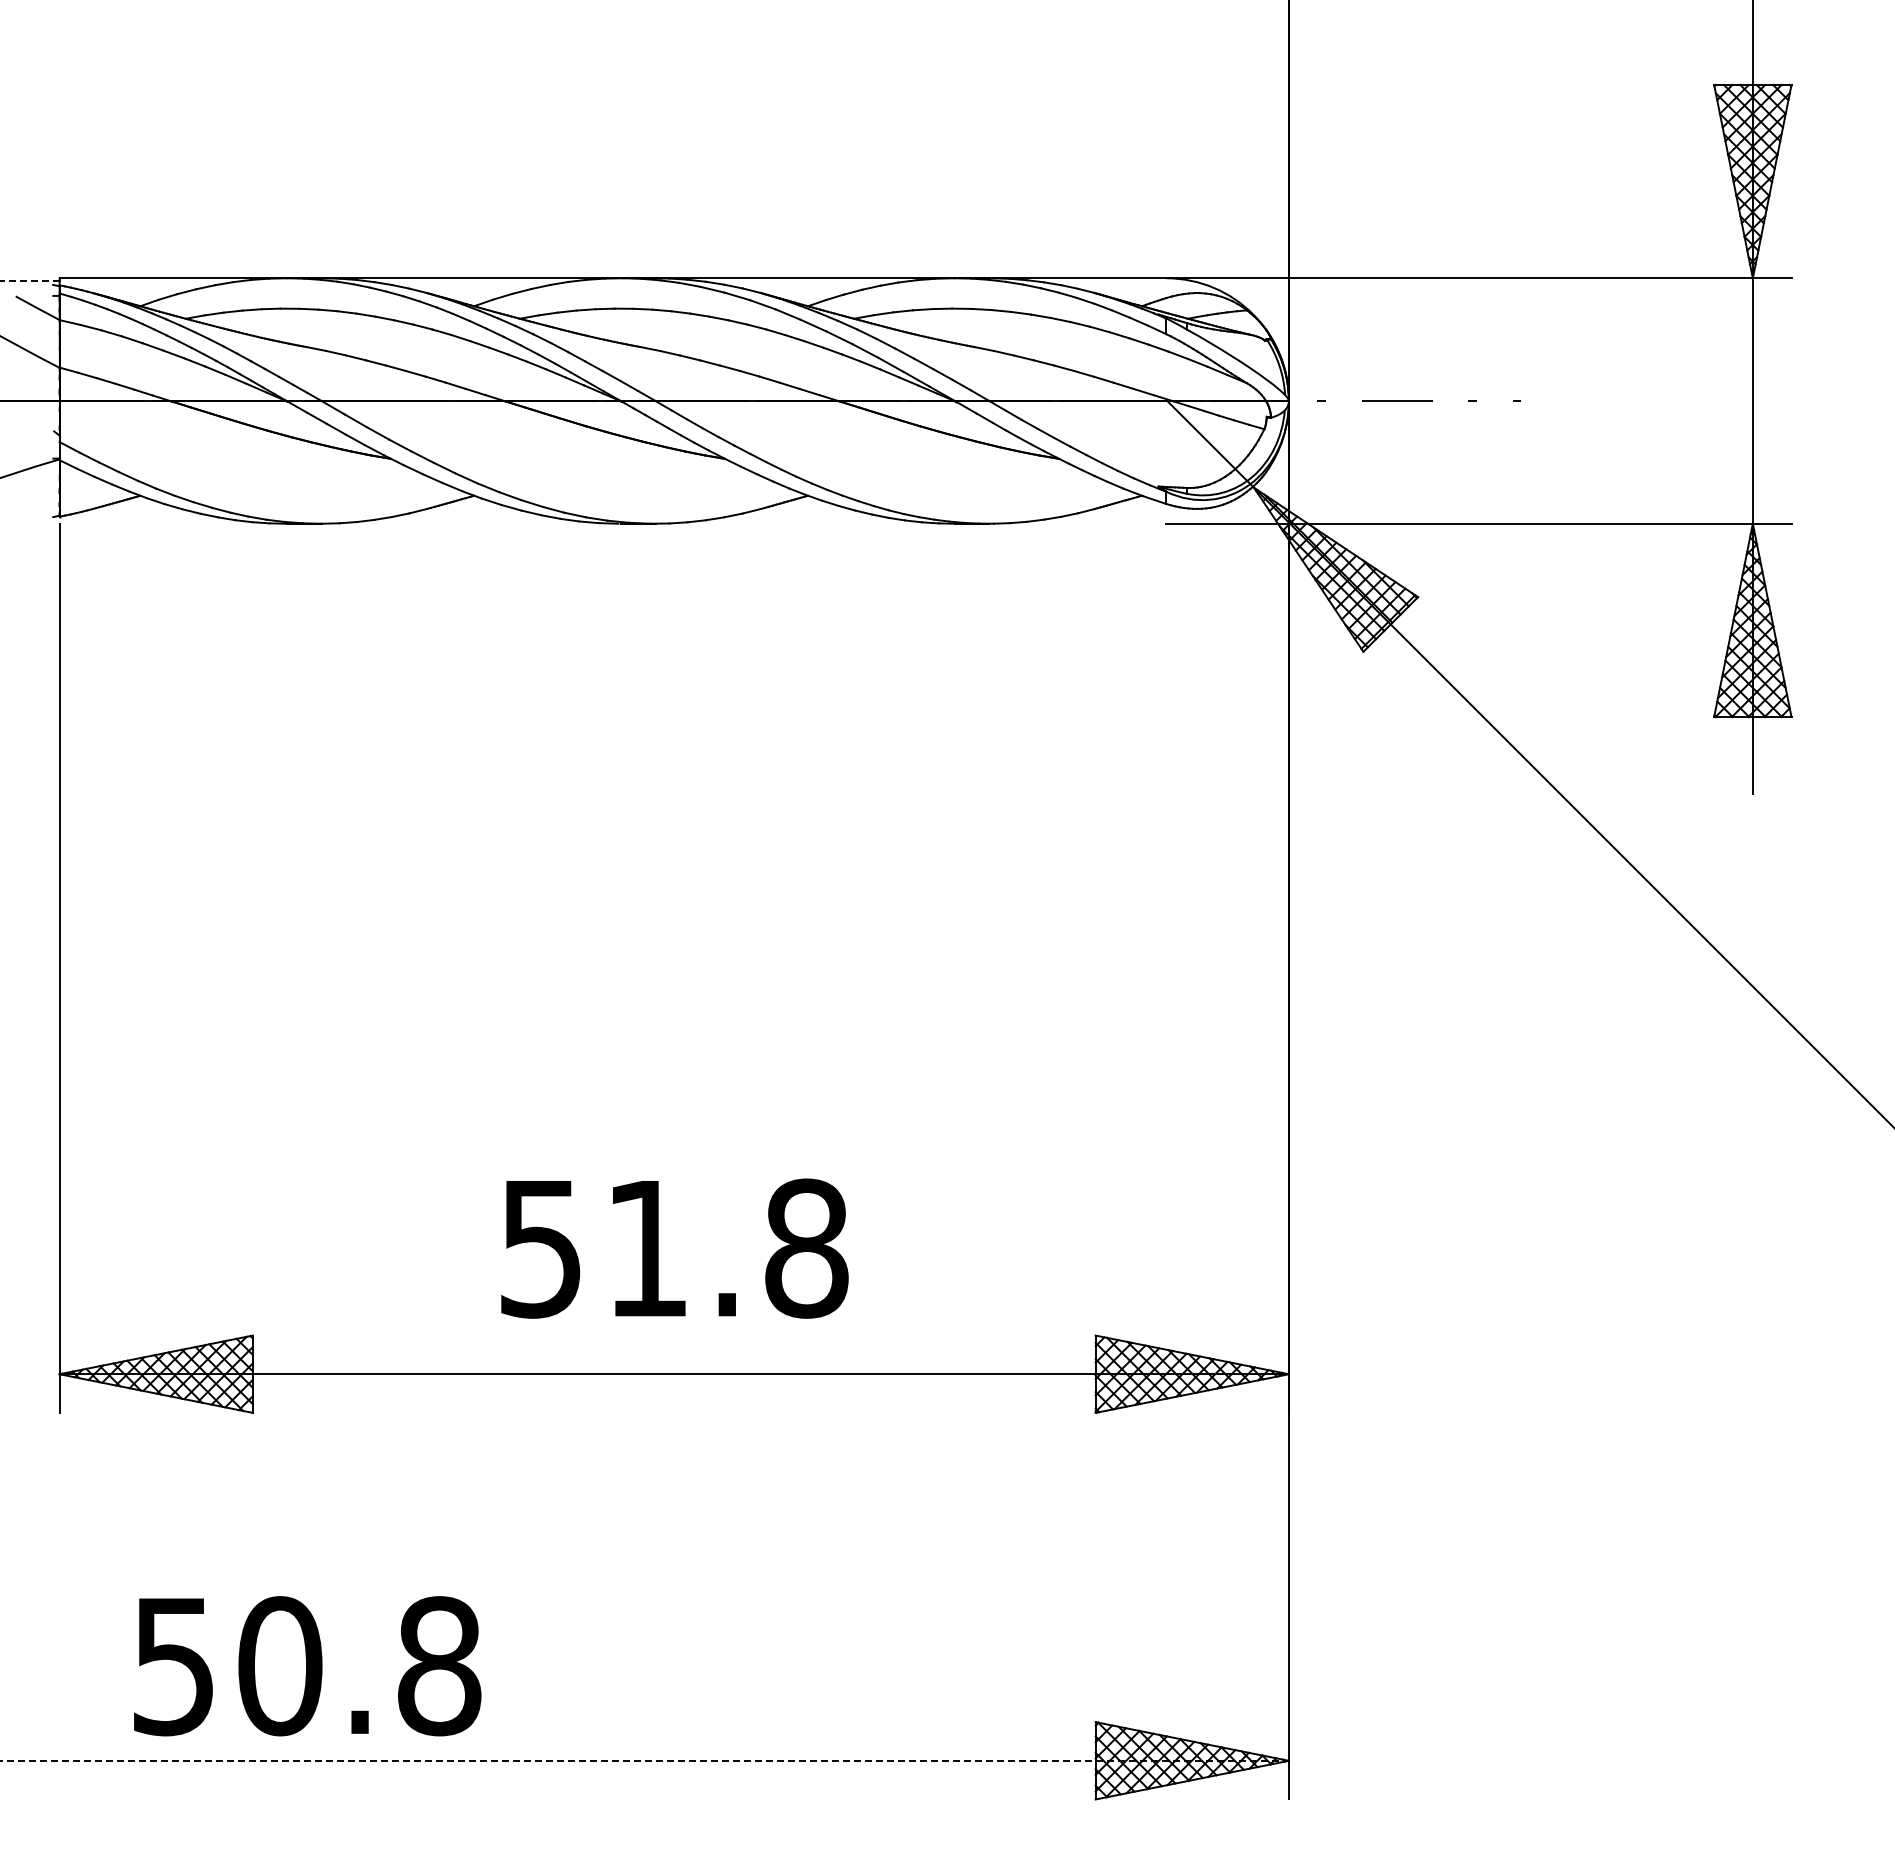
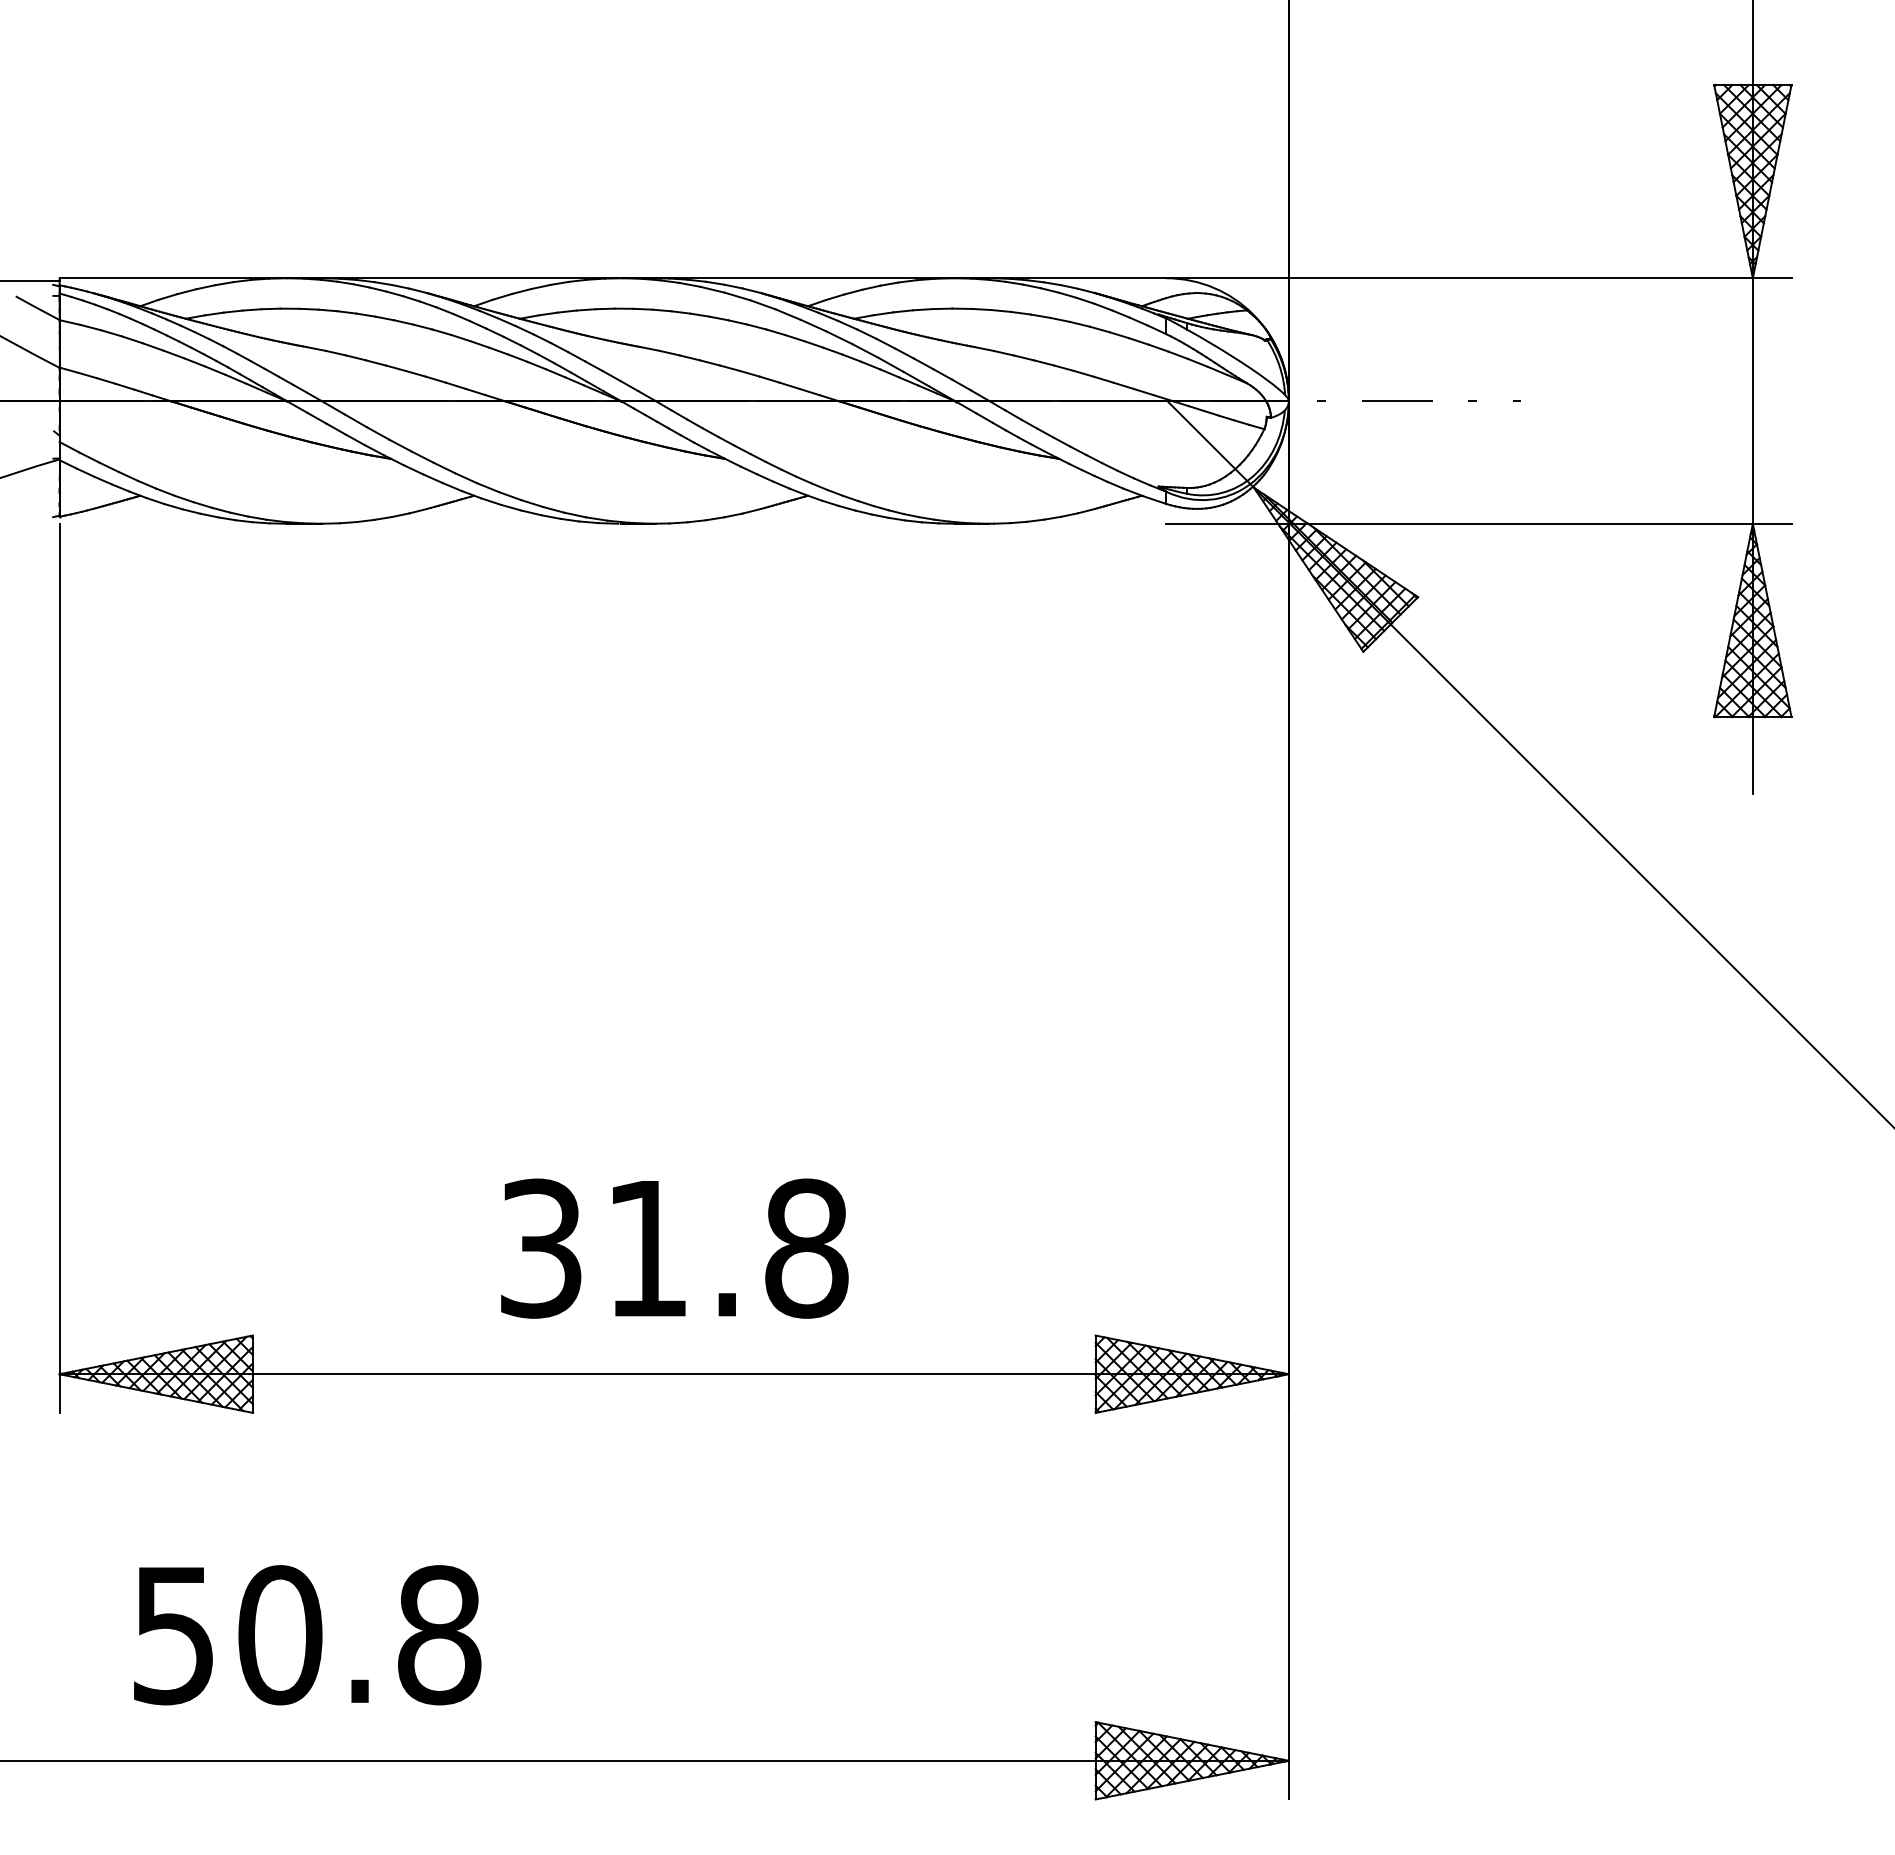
line at (29, 281): dashed -> solid
text at (541, 1248): 51.8 -> 31.8
text at (307, 1666) position: (307, 1666) -> (307, 1635)
line at (645, 1760): dashed -> solid
